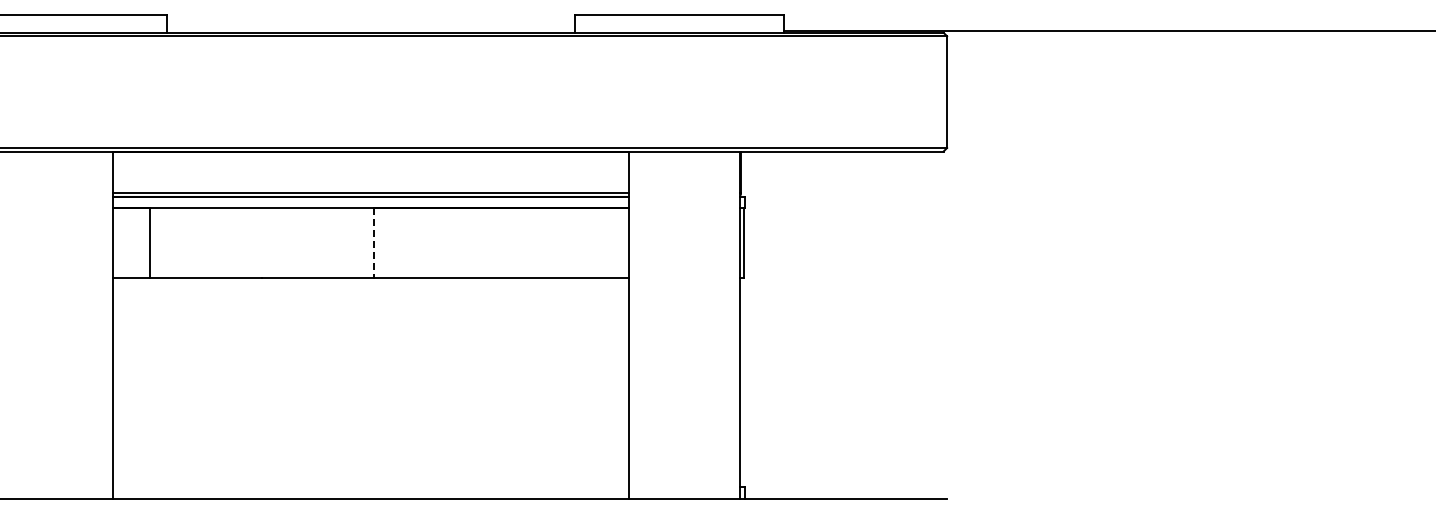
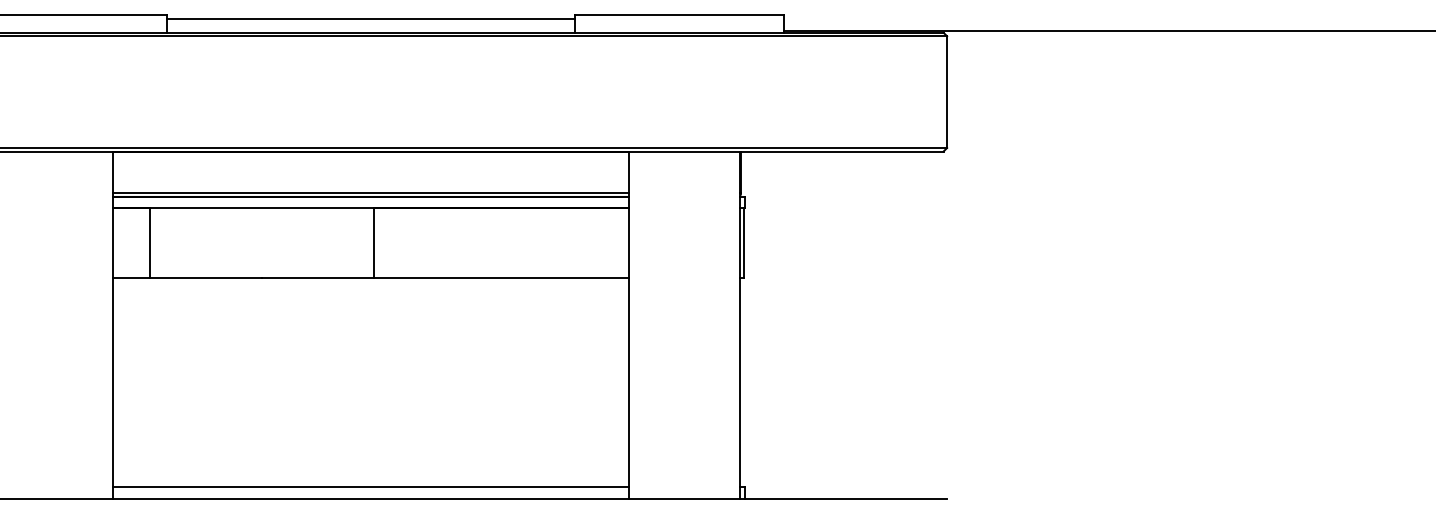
line at (370, 18): none -> present
line at (373, 243): dashed -> solid
line at (370, 487): none -> present
